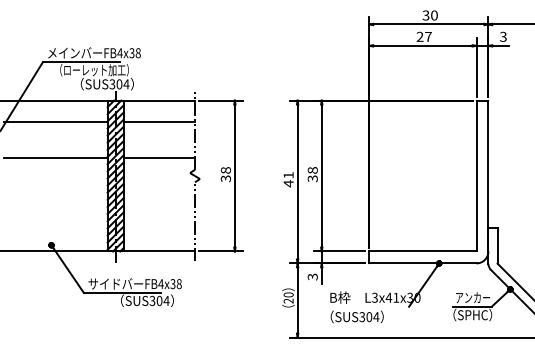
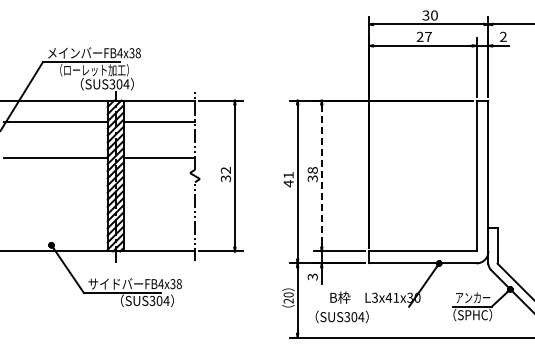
text at (503, 36): 3 -> 2
text at (225, 170): 38 -> 32
line at (321, 176): solid -> dashed
text at (356, 316) position: (356, 316) -> (341, 316)
